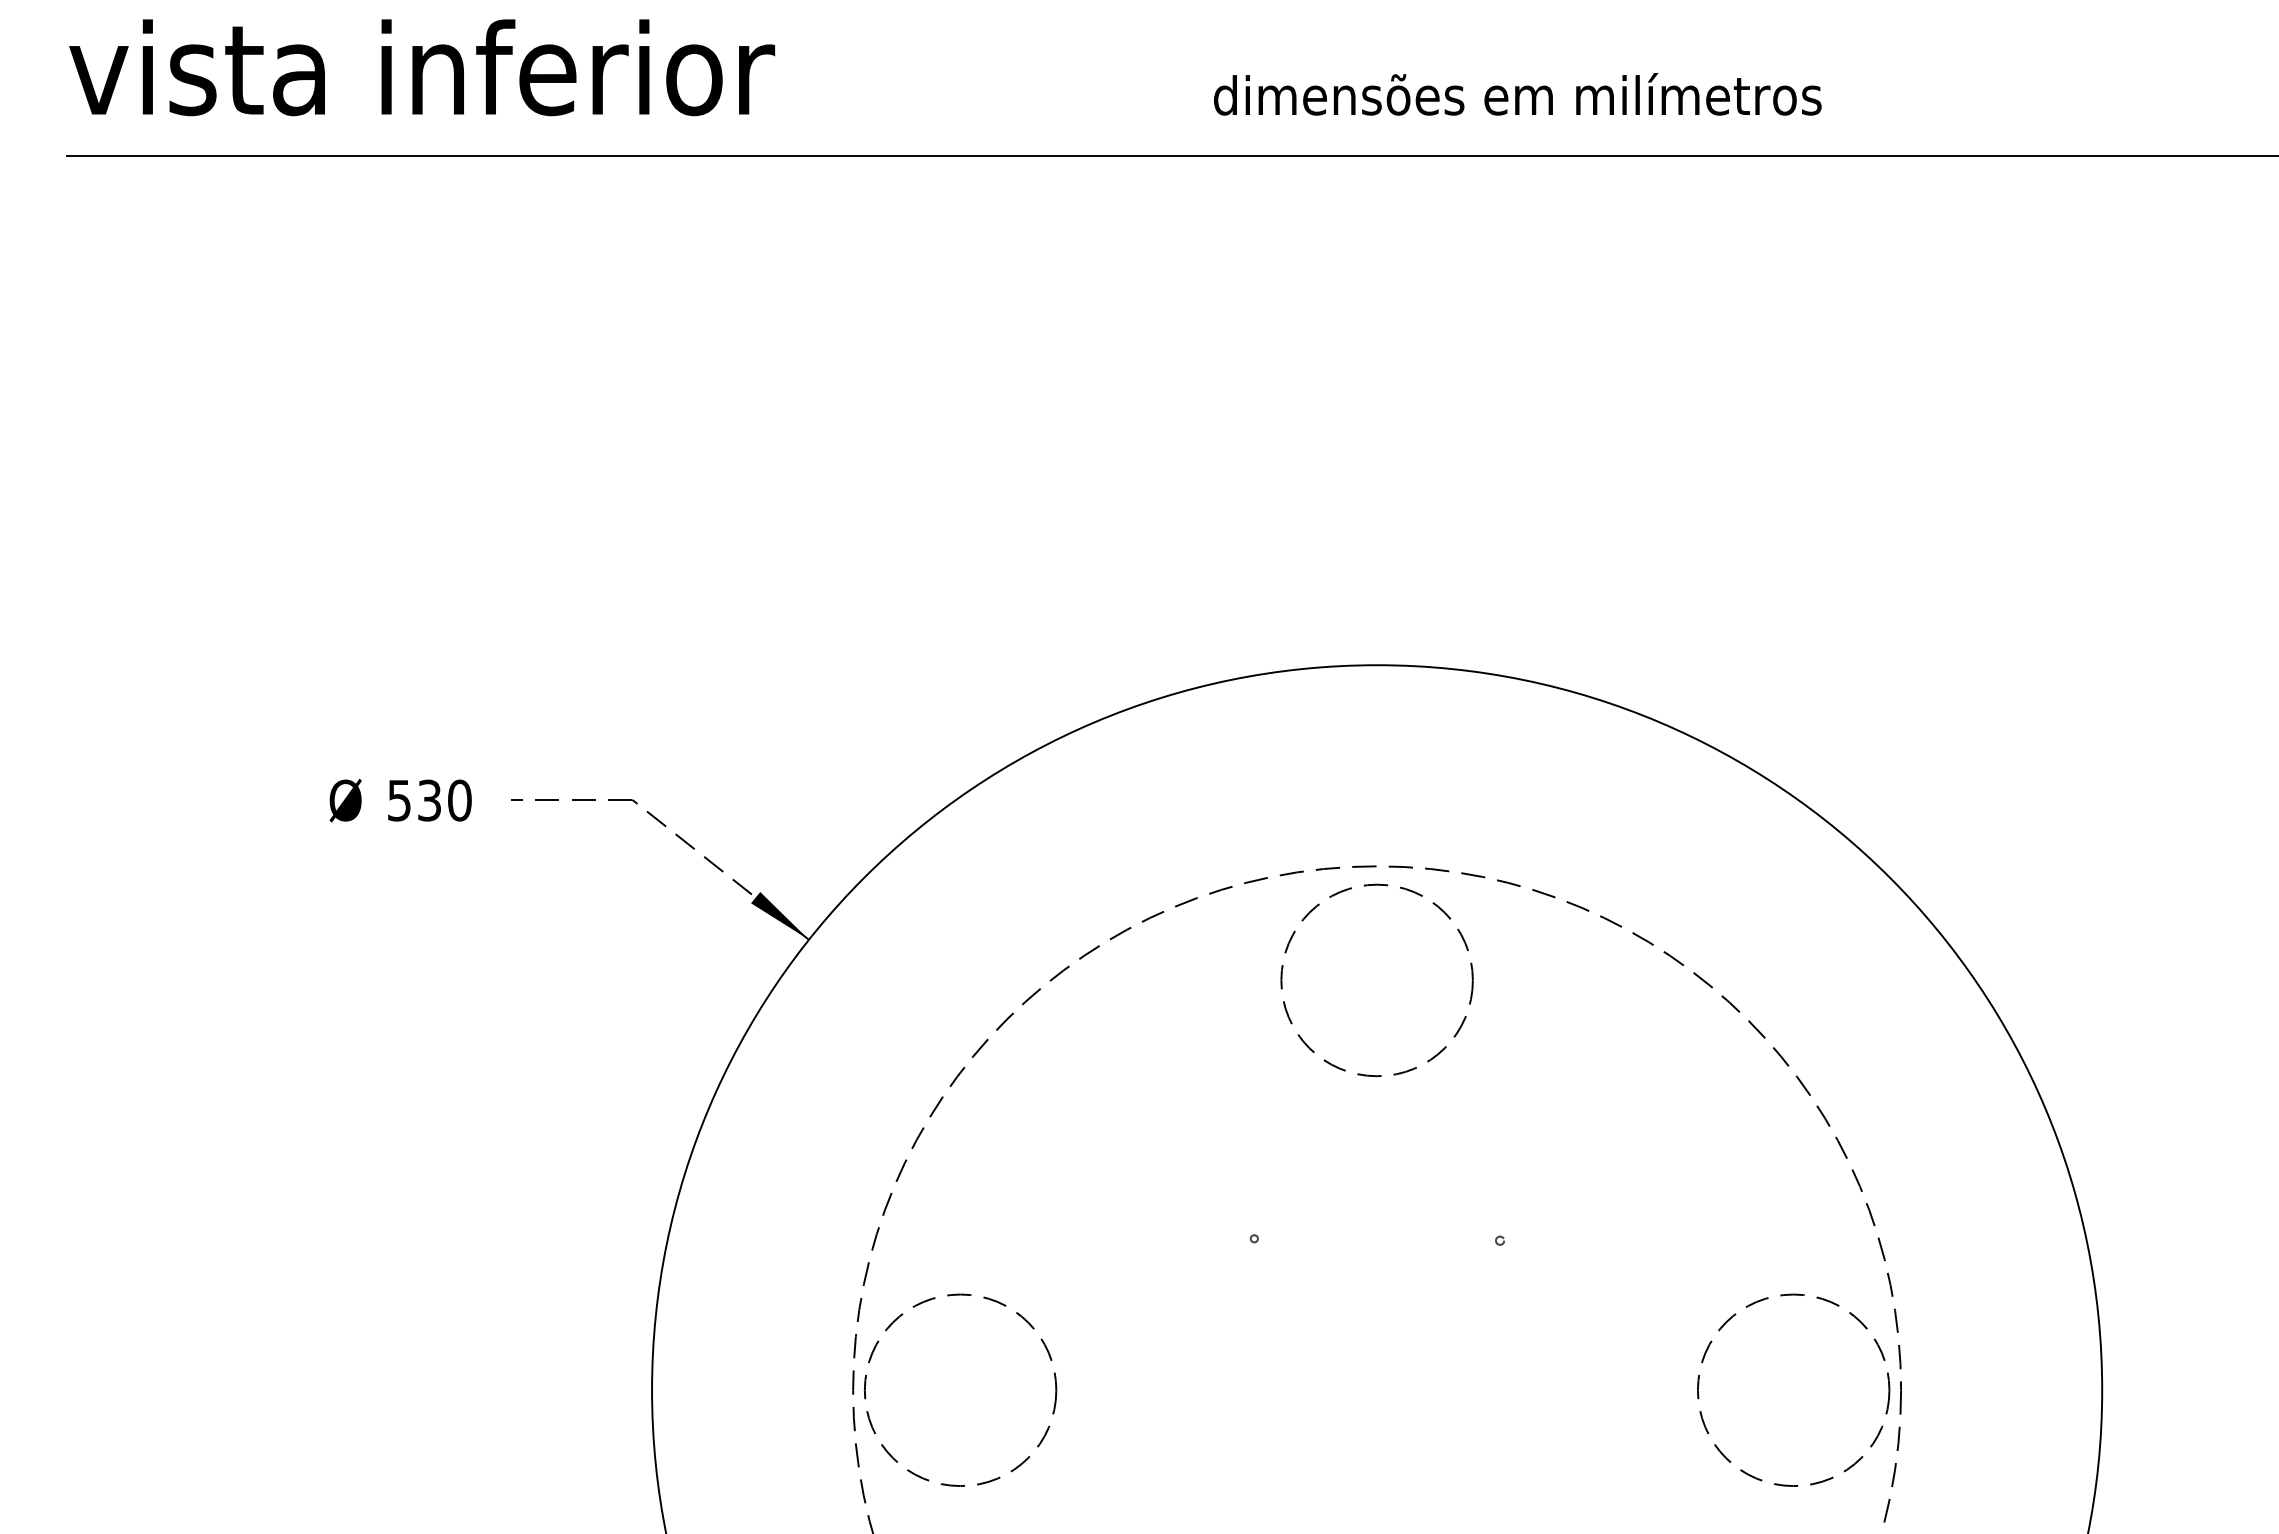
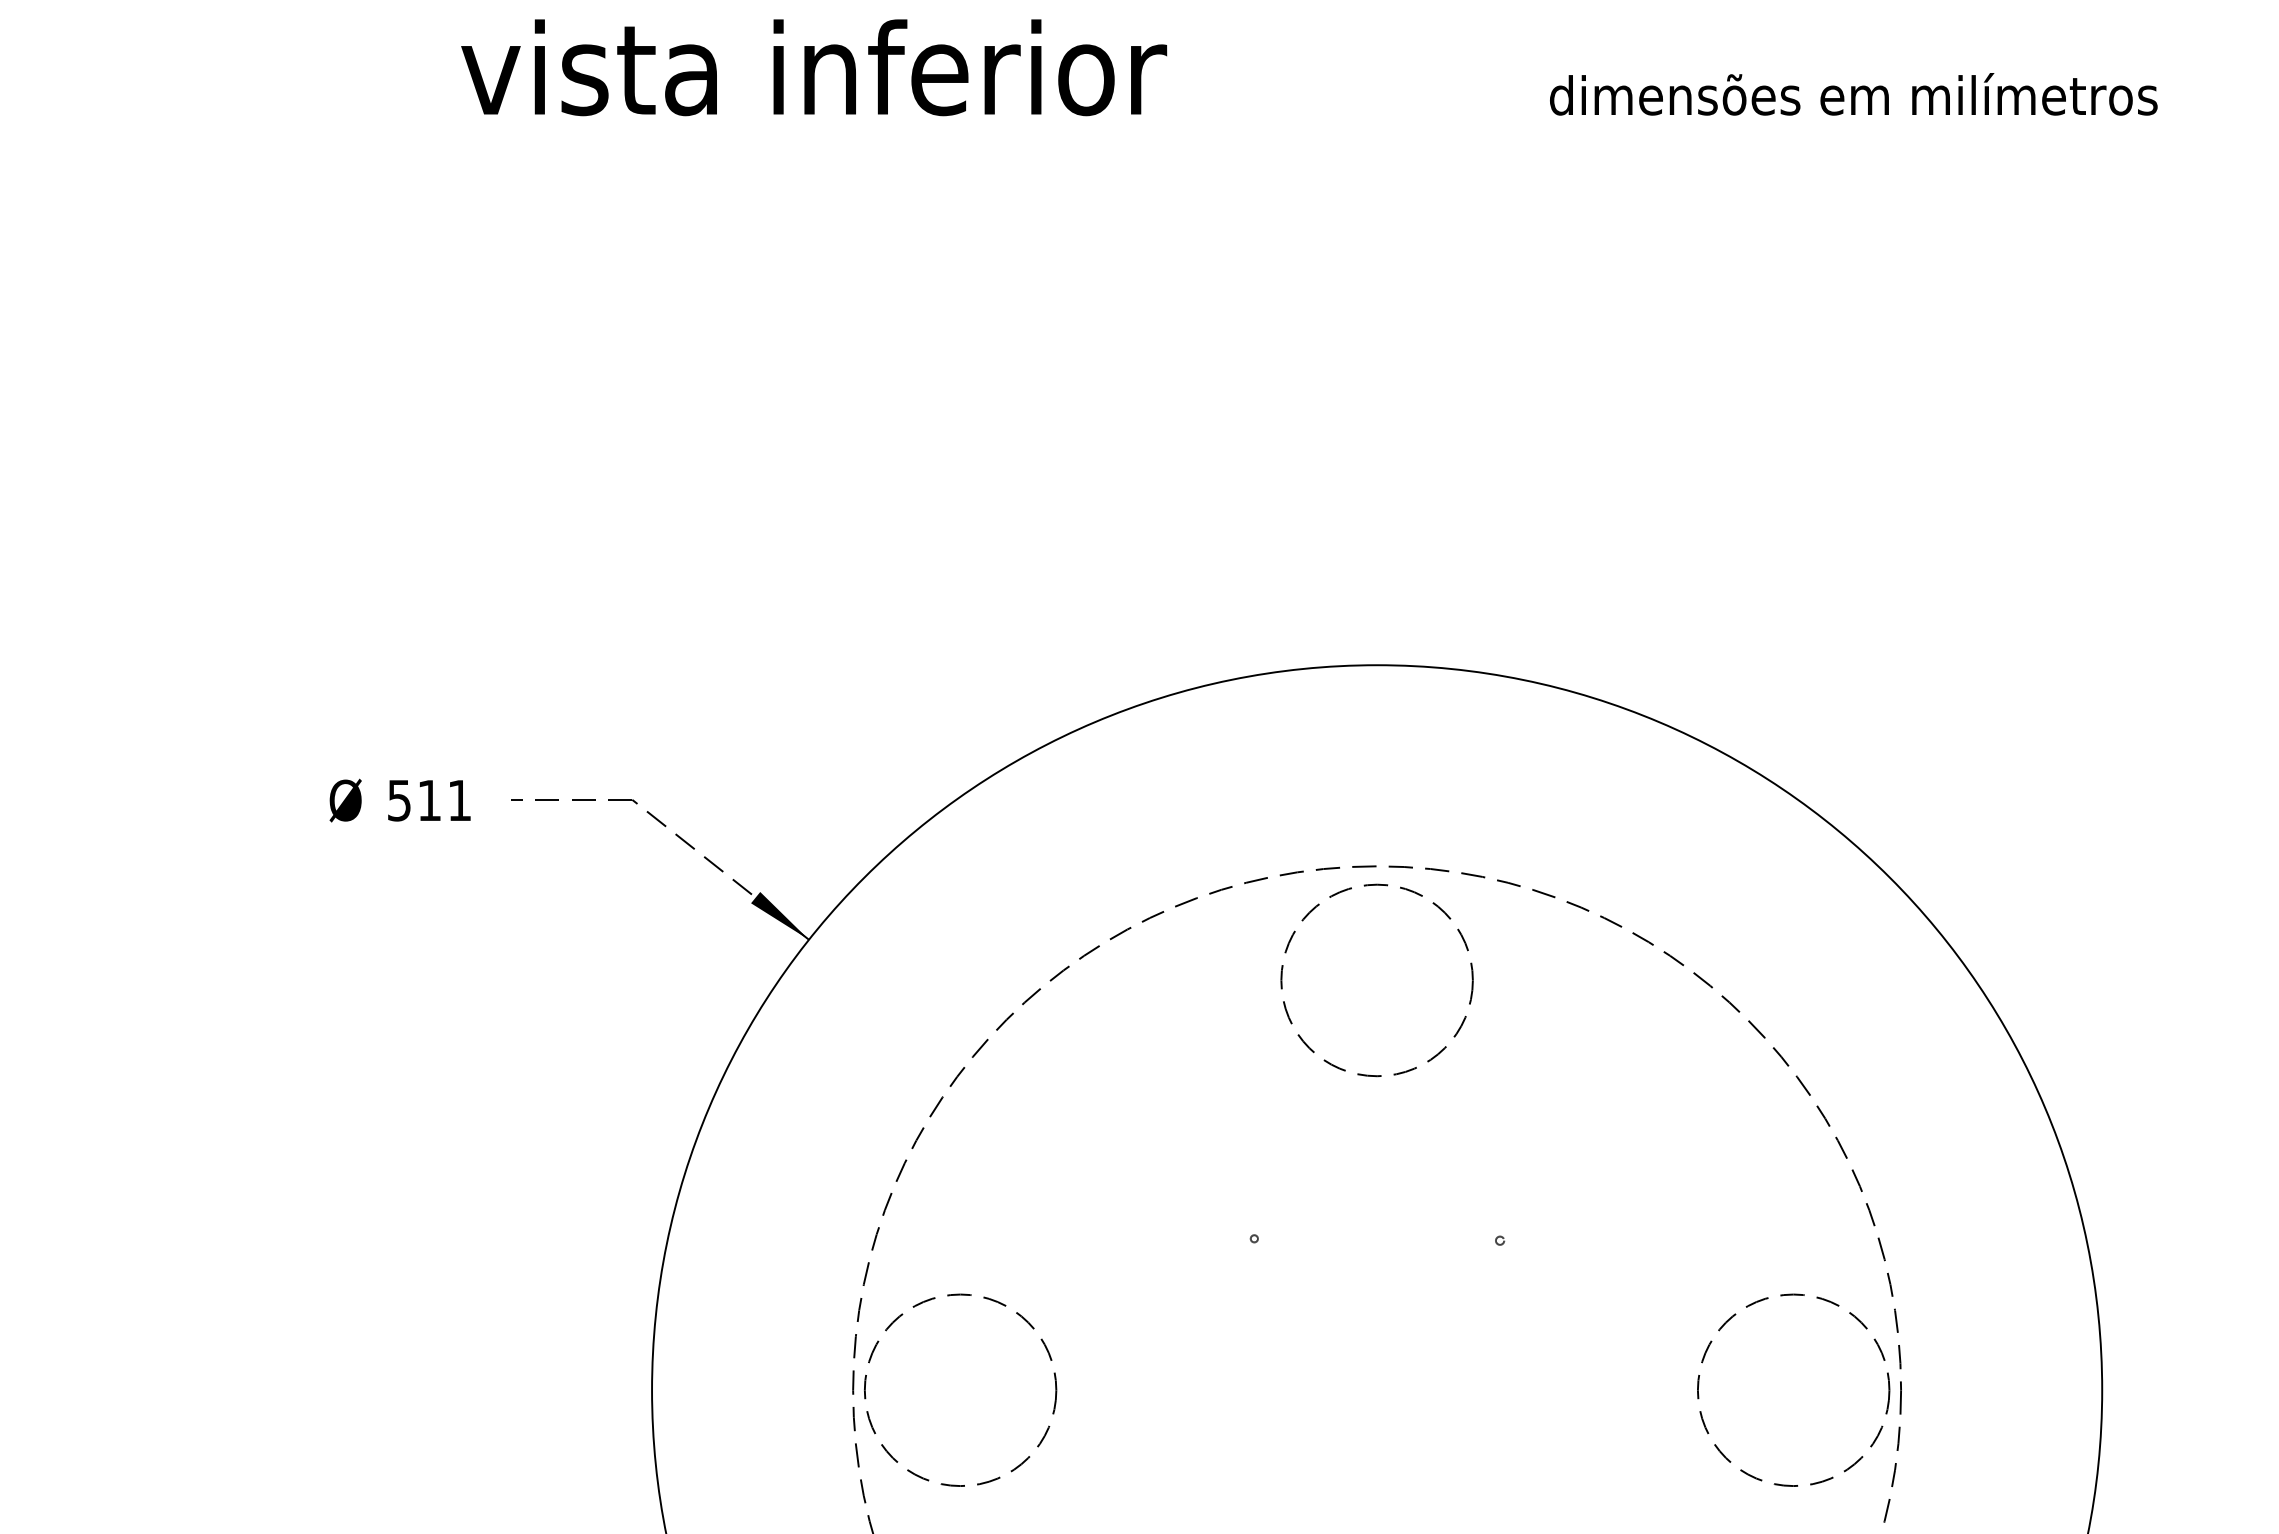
text at (422, 67) position: (422, 67) -> (814, 67)
text at (1517, 94) position: (1517, 94) -> (1853, 94)
line at (1170, 155): present -> none
text at (444, 800): 530 -> 511
